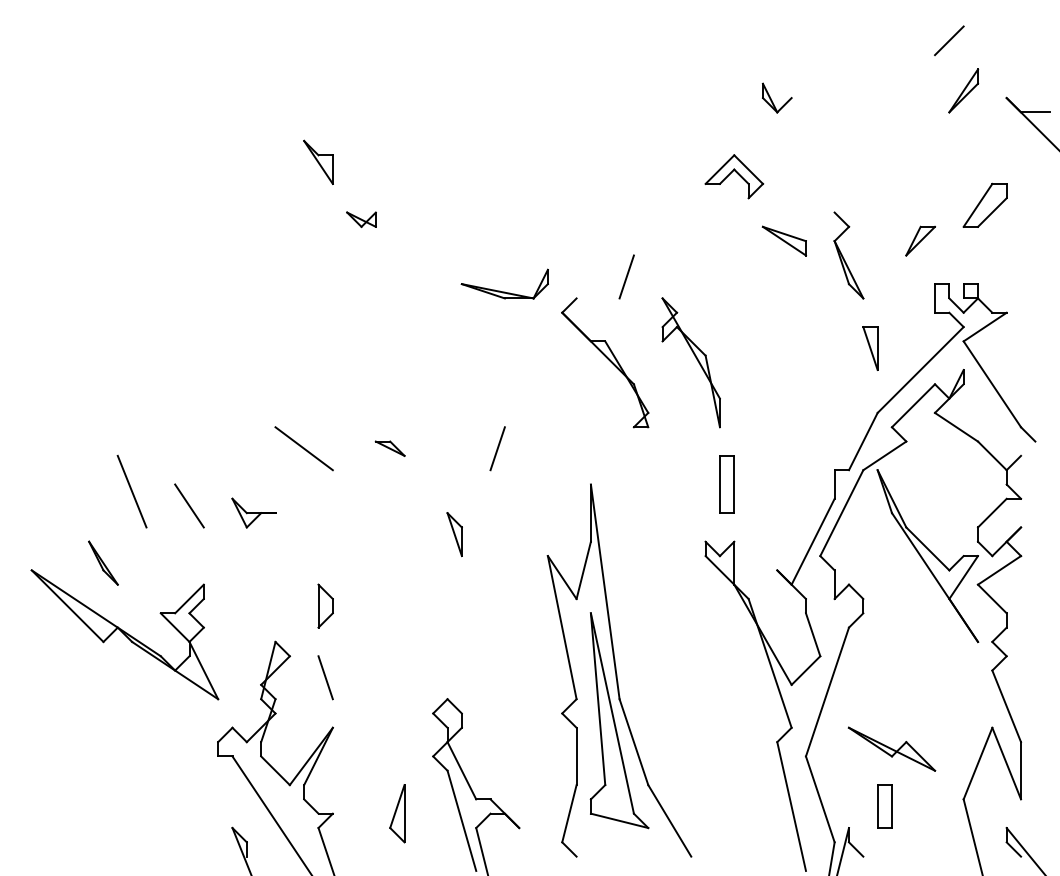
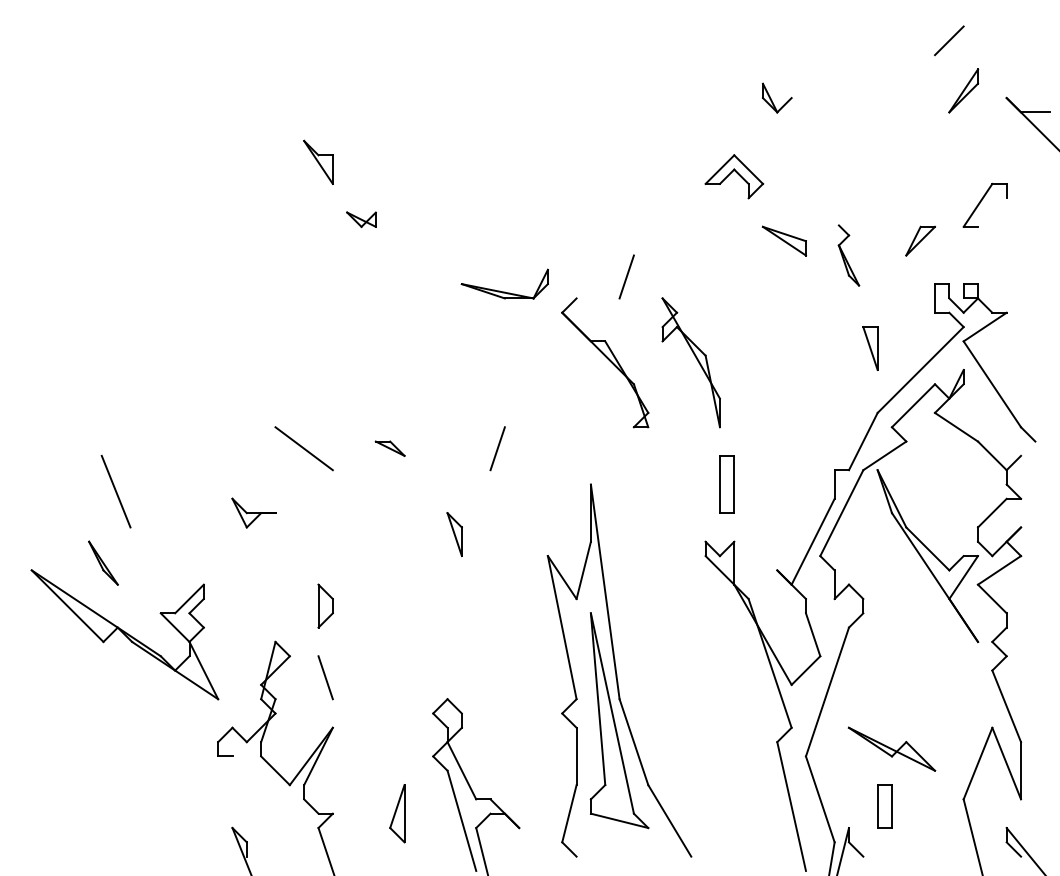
line at (992, 212): present -> none
part at (848, 255) size: 32x89 px -> 24x63 px
line at (131, 491) position: (131, 491) -> (115, 491)
line at (189, 505): present -> none
line at (270, 814): present -> none
